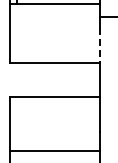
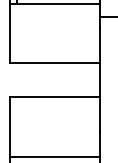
line at (99, 45): dashed -> solid
line at (54, 150) position: (54, 150) -> (54, 156)
